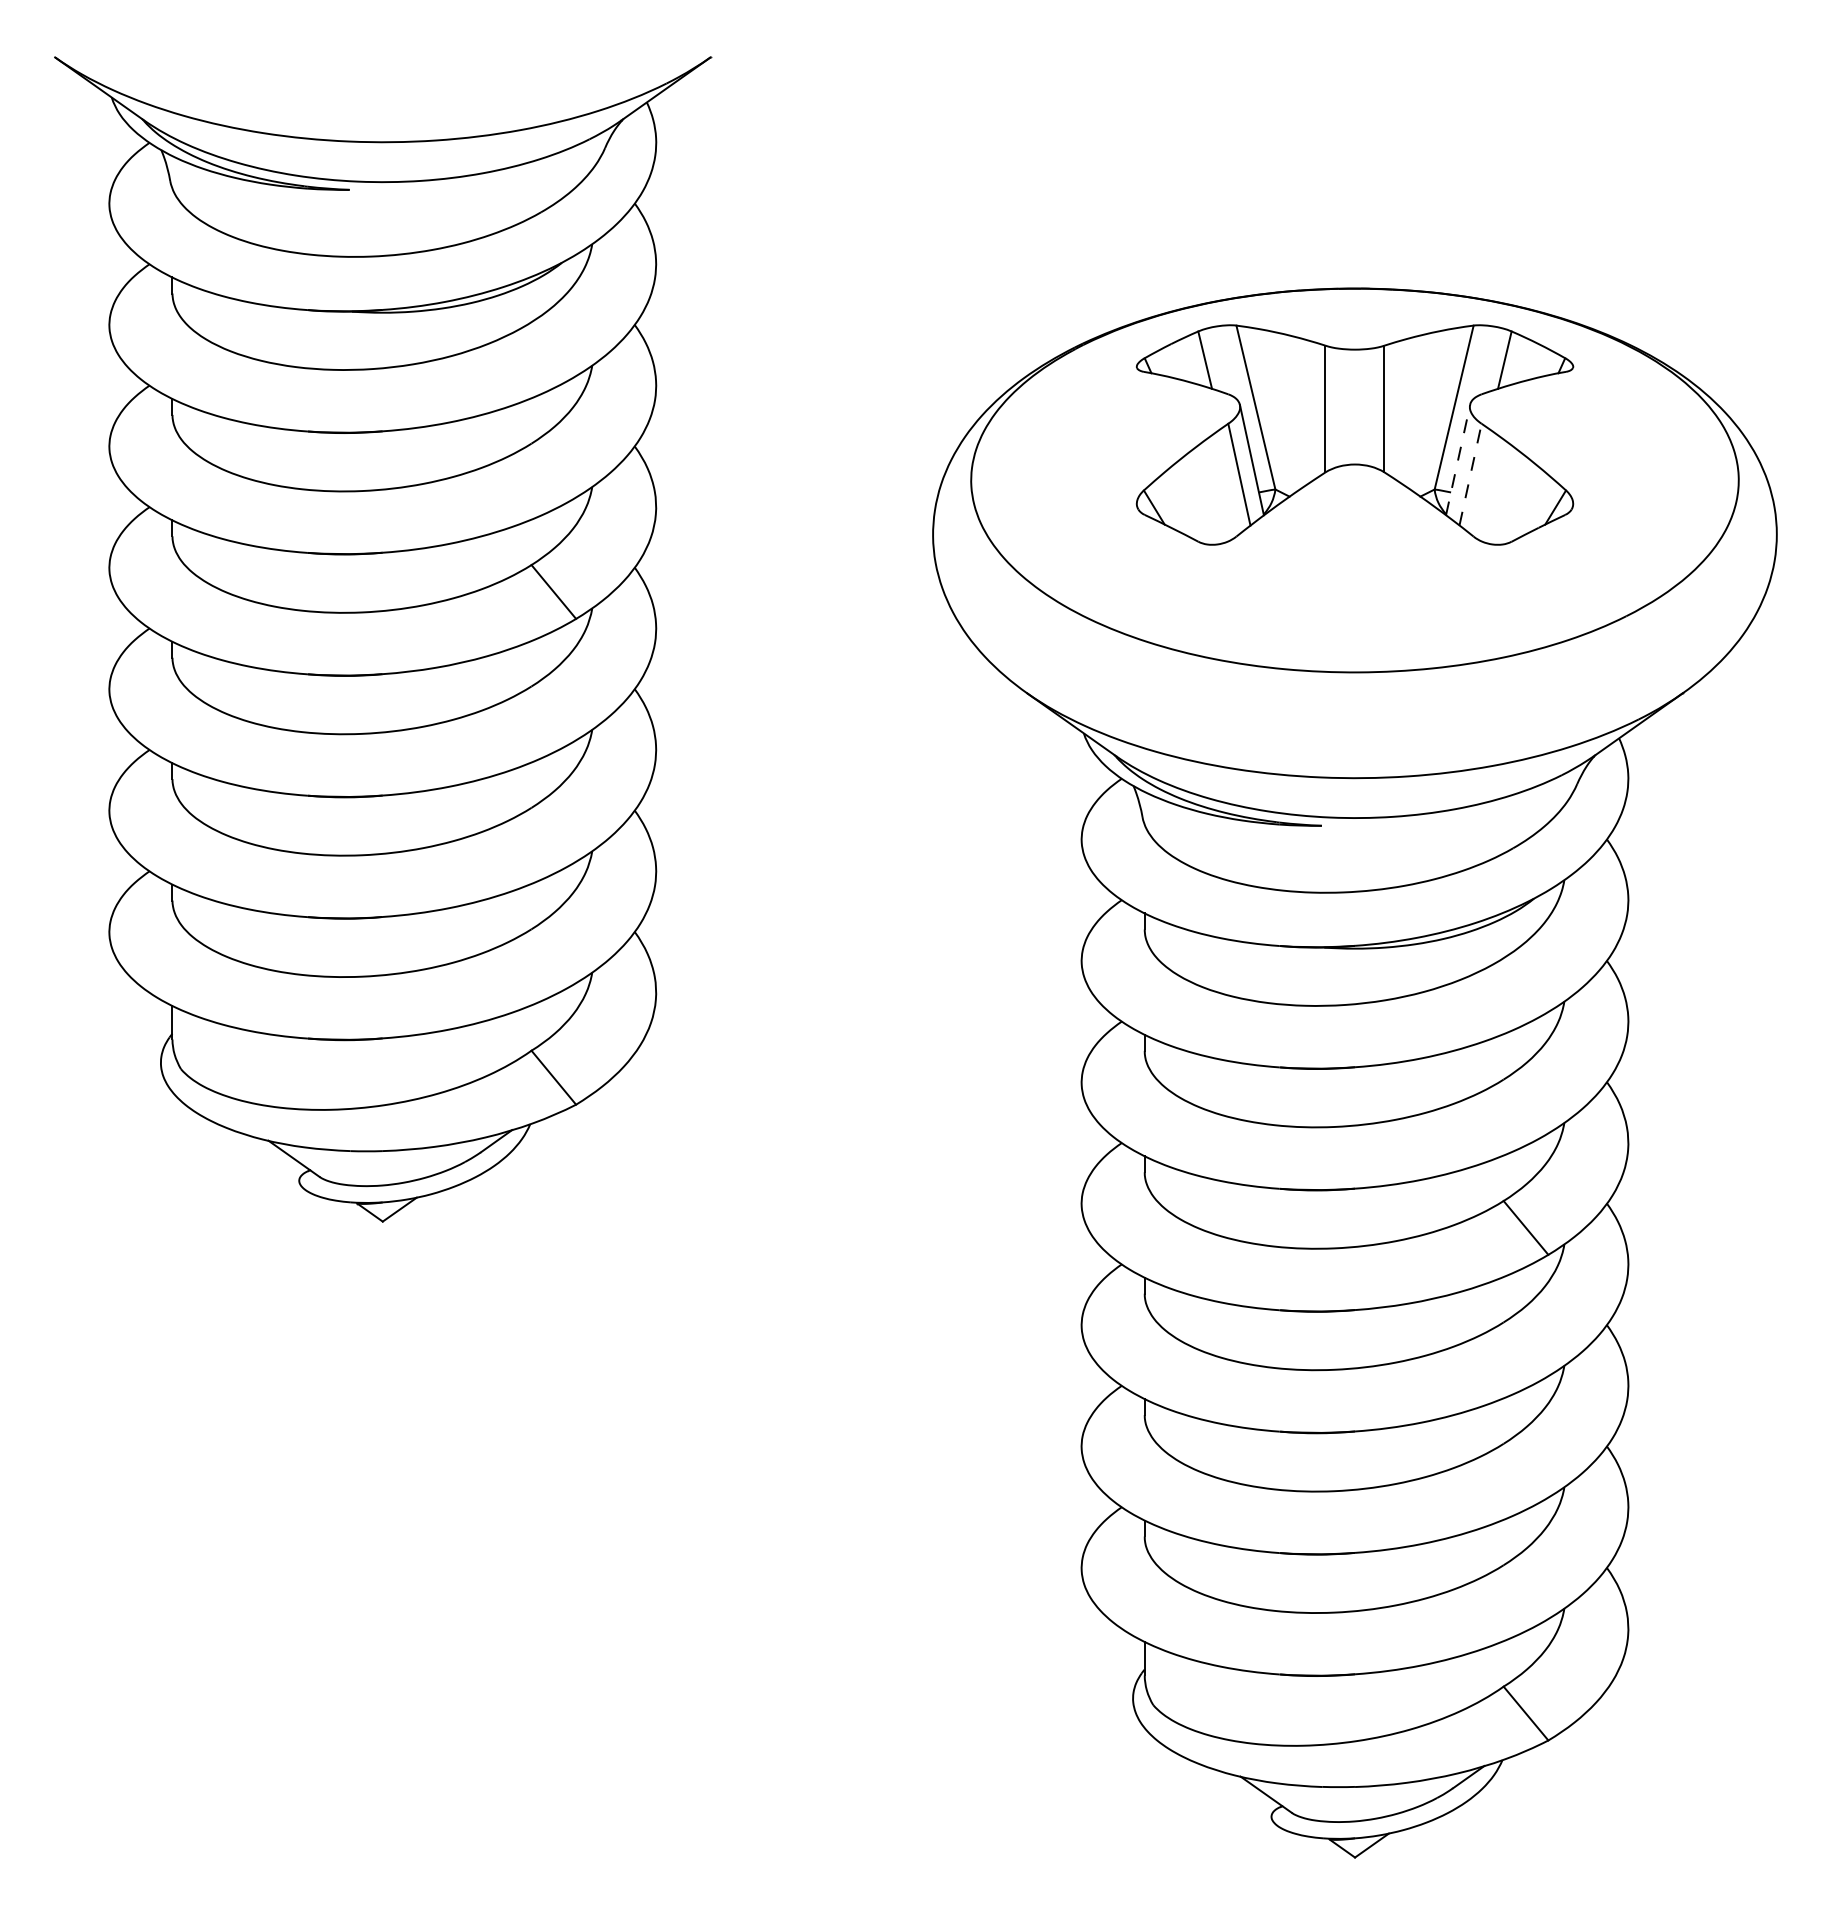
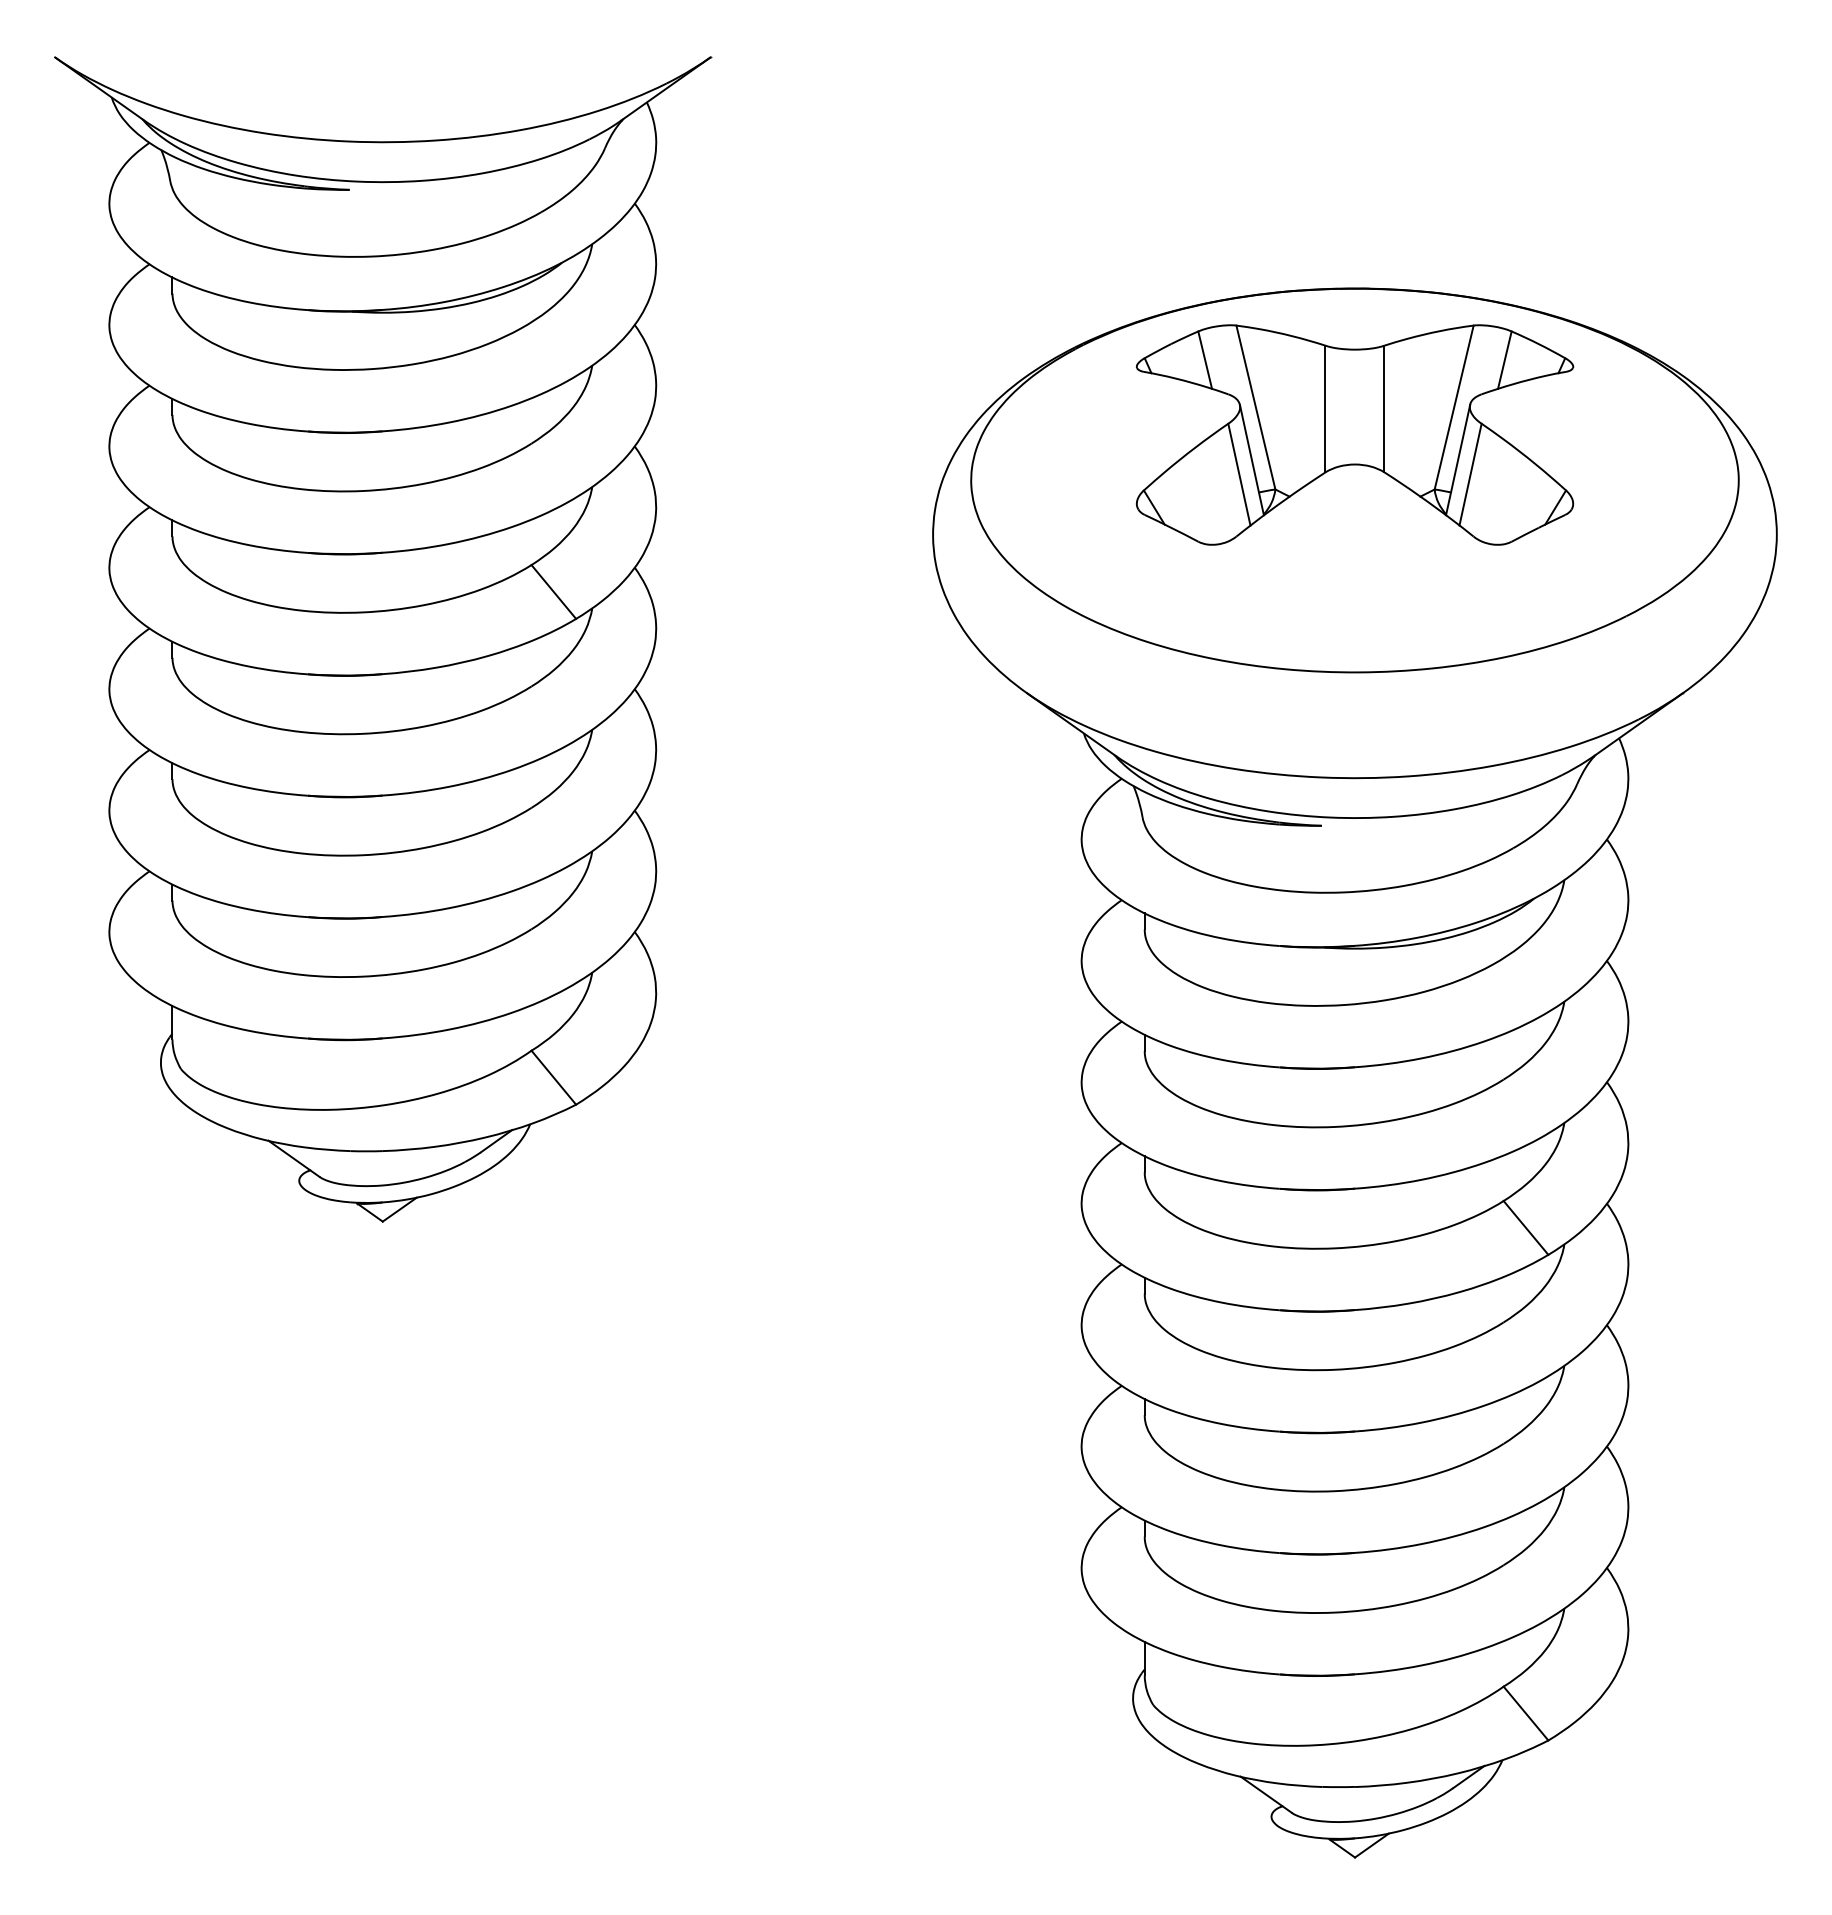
line at (1458, 459): dashed -> solid
line at (1470, 474): dashed -> solid
